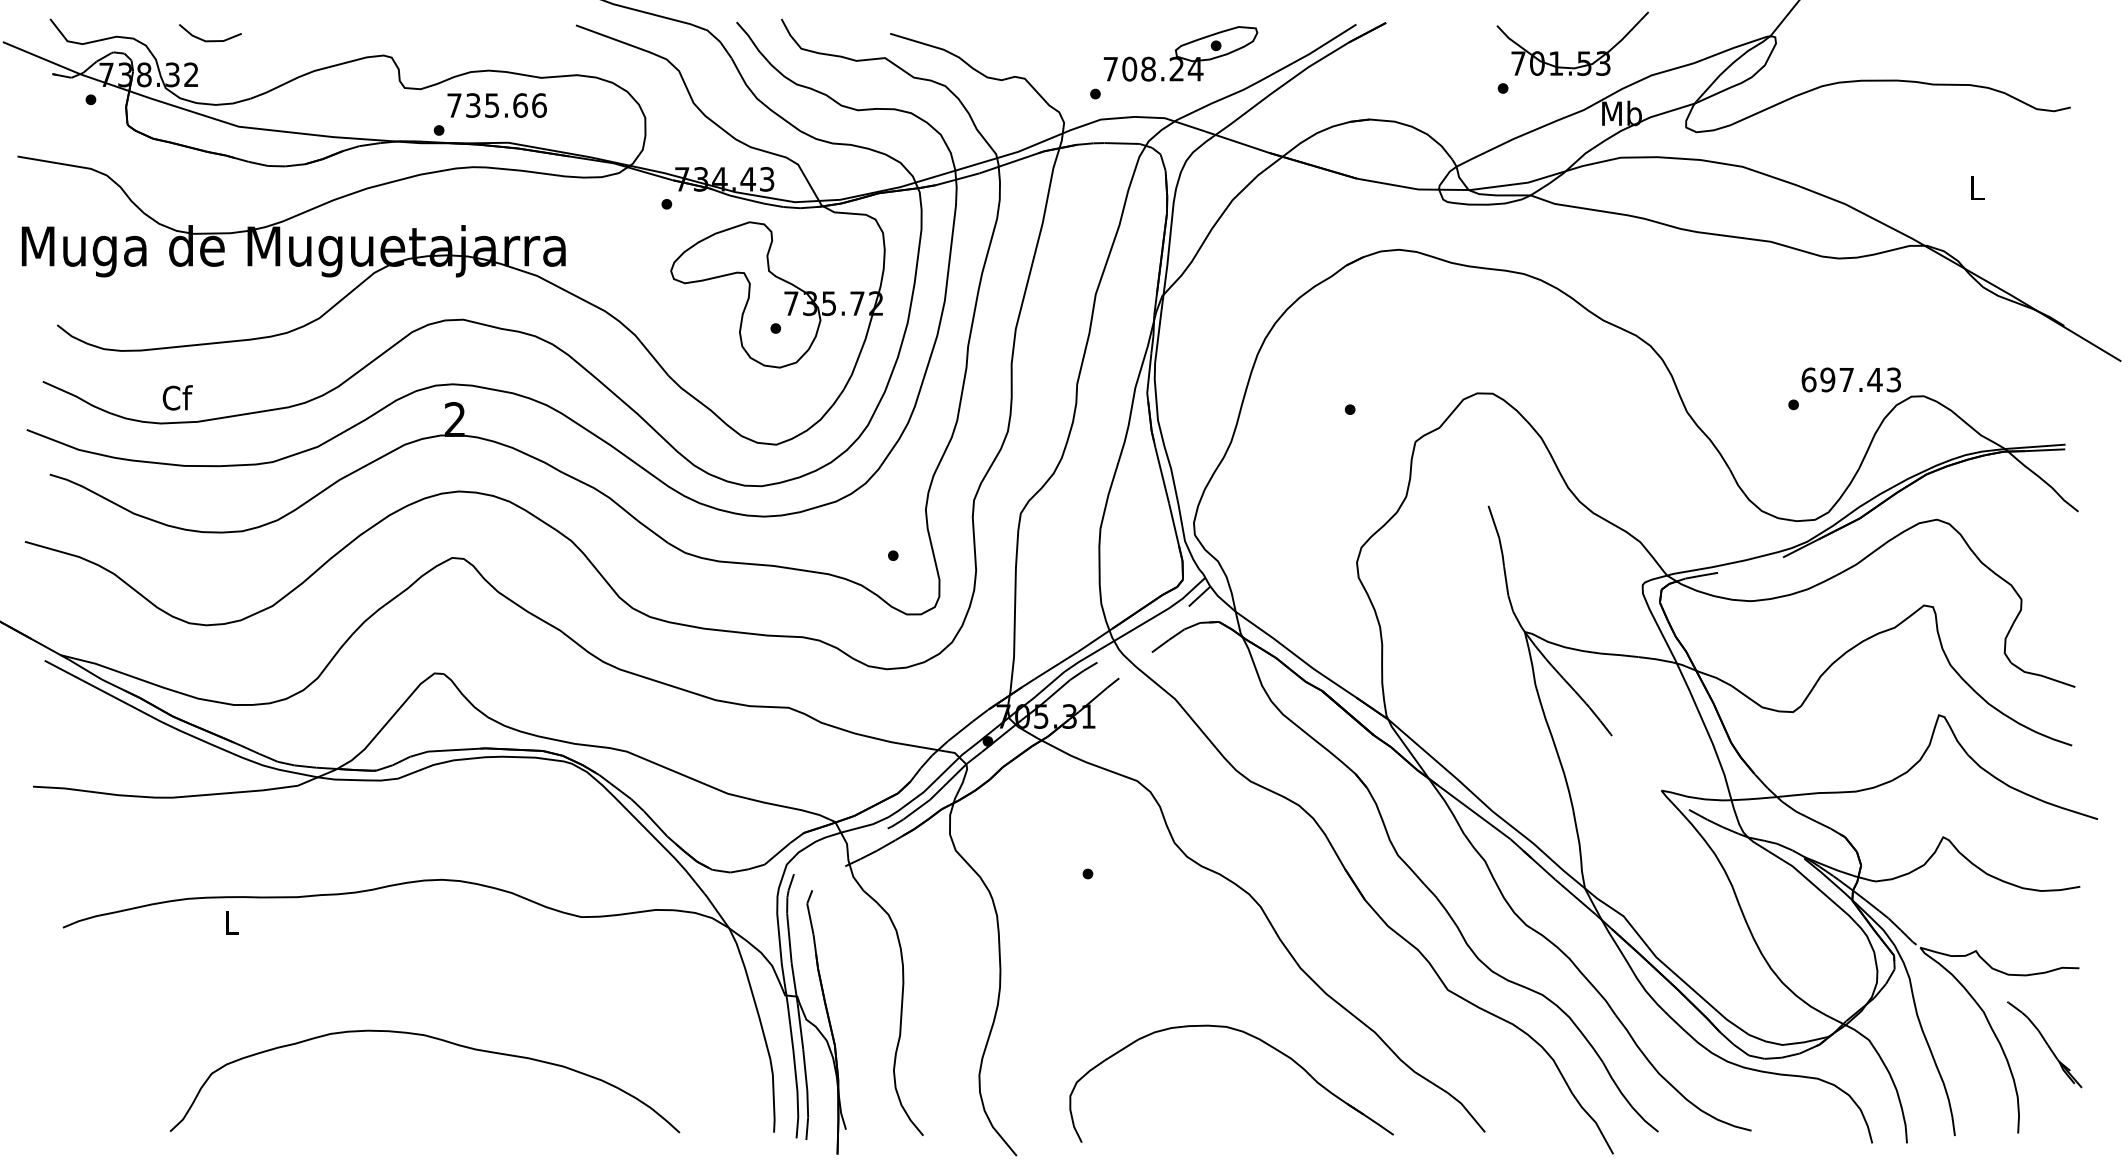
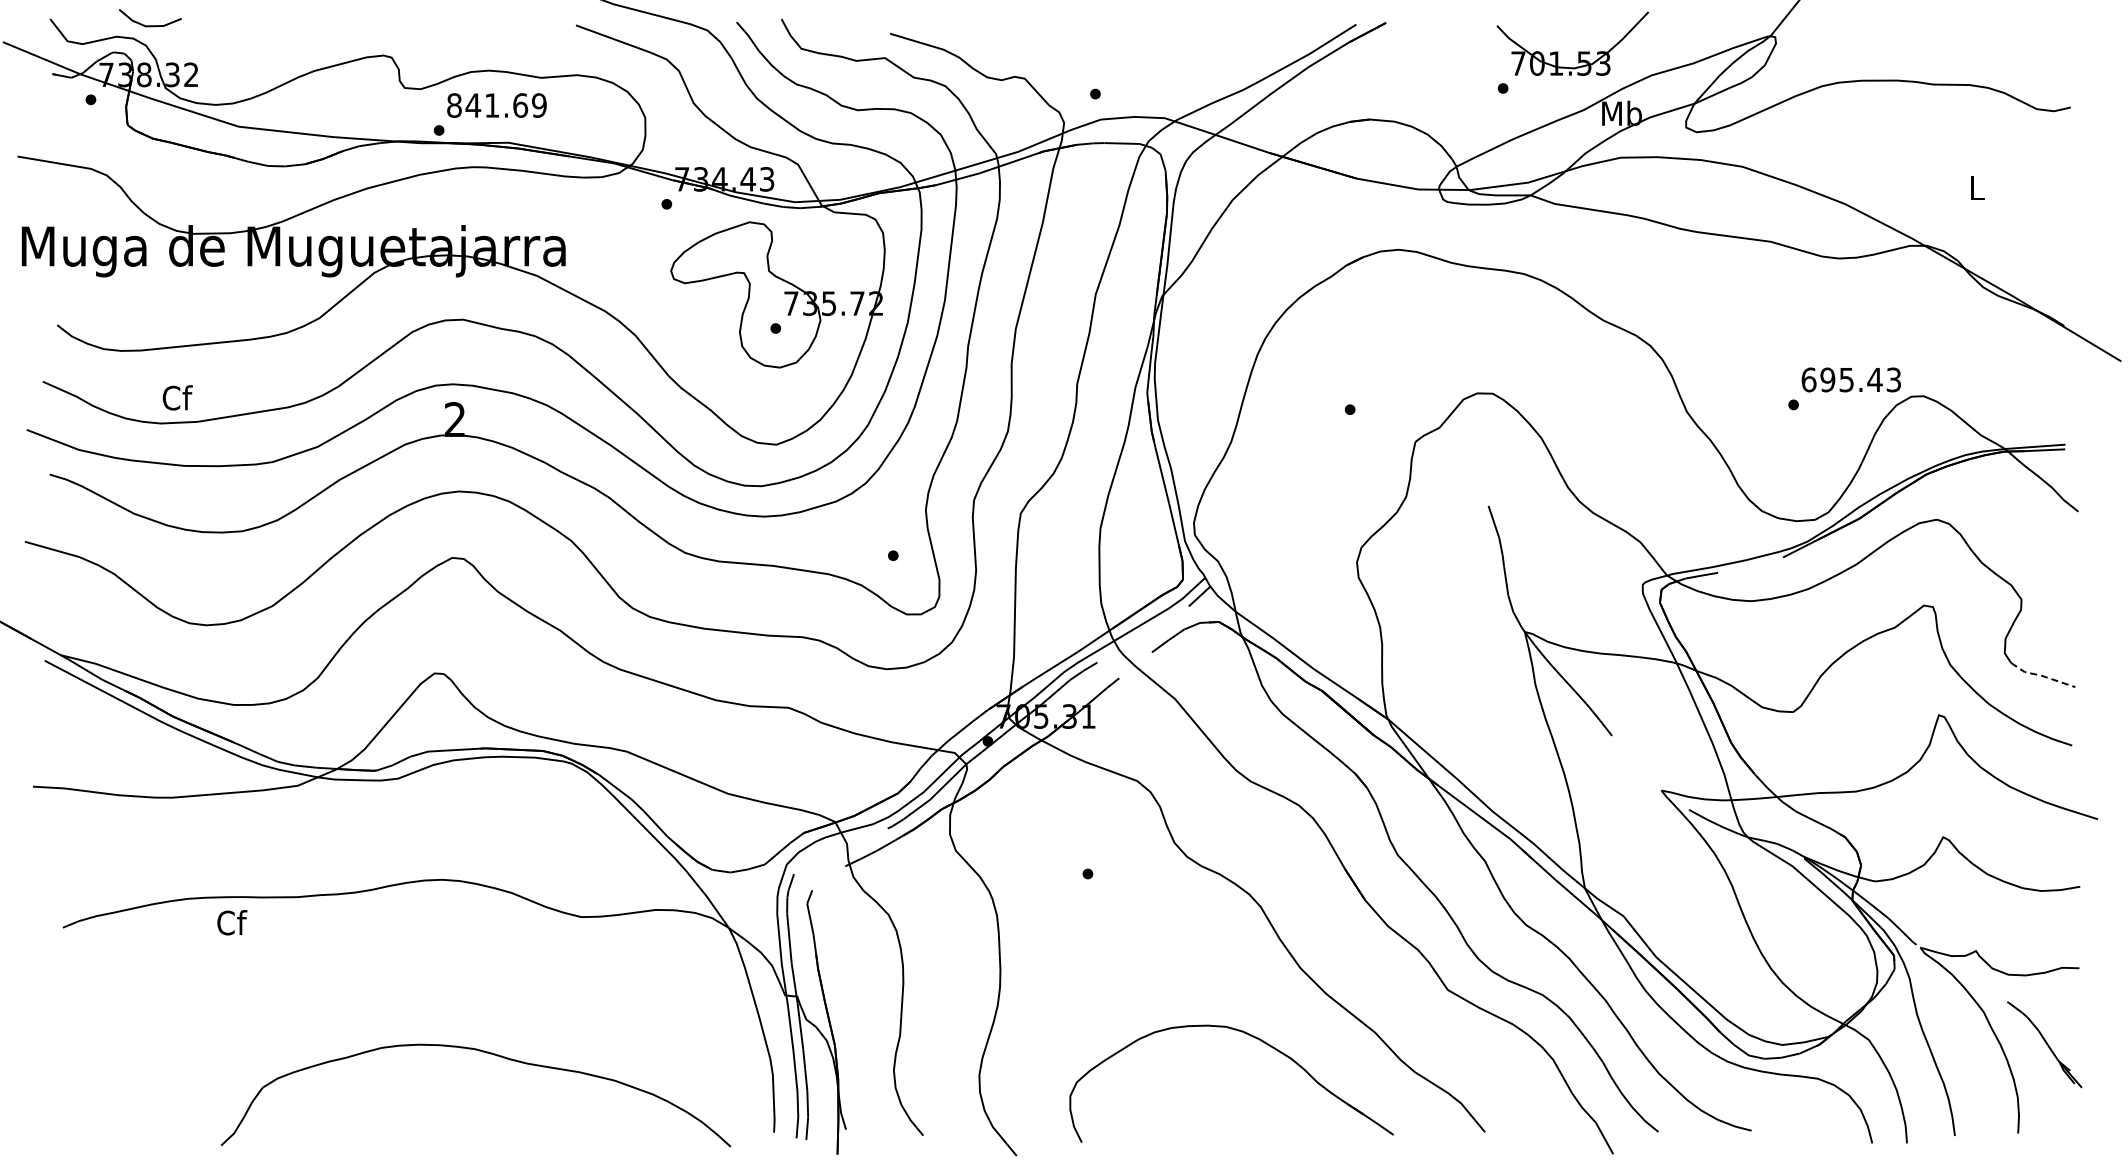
line at (210, 40) position: (210, 40) -> (150, 25)
part at (1180, 53): present -> none
text at (496, 105): 735.66 -> 841.69
text at (1846, 380): 697.43 -> 695.43
line at (2041, 675): solid -> dashed
text at (232, 922): L -> Cf
curve at (435, 1039) position: (435, 1039) -> (486, 1053)
